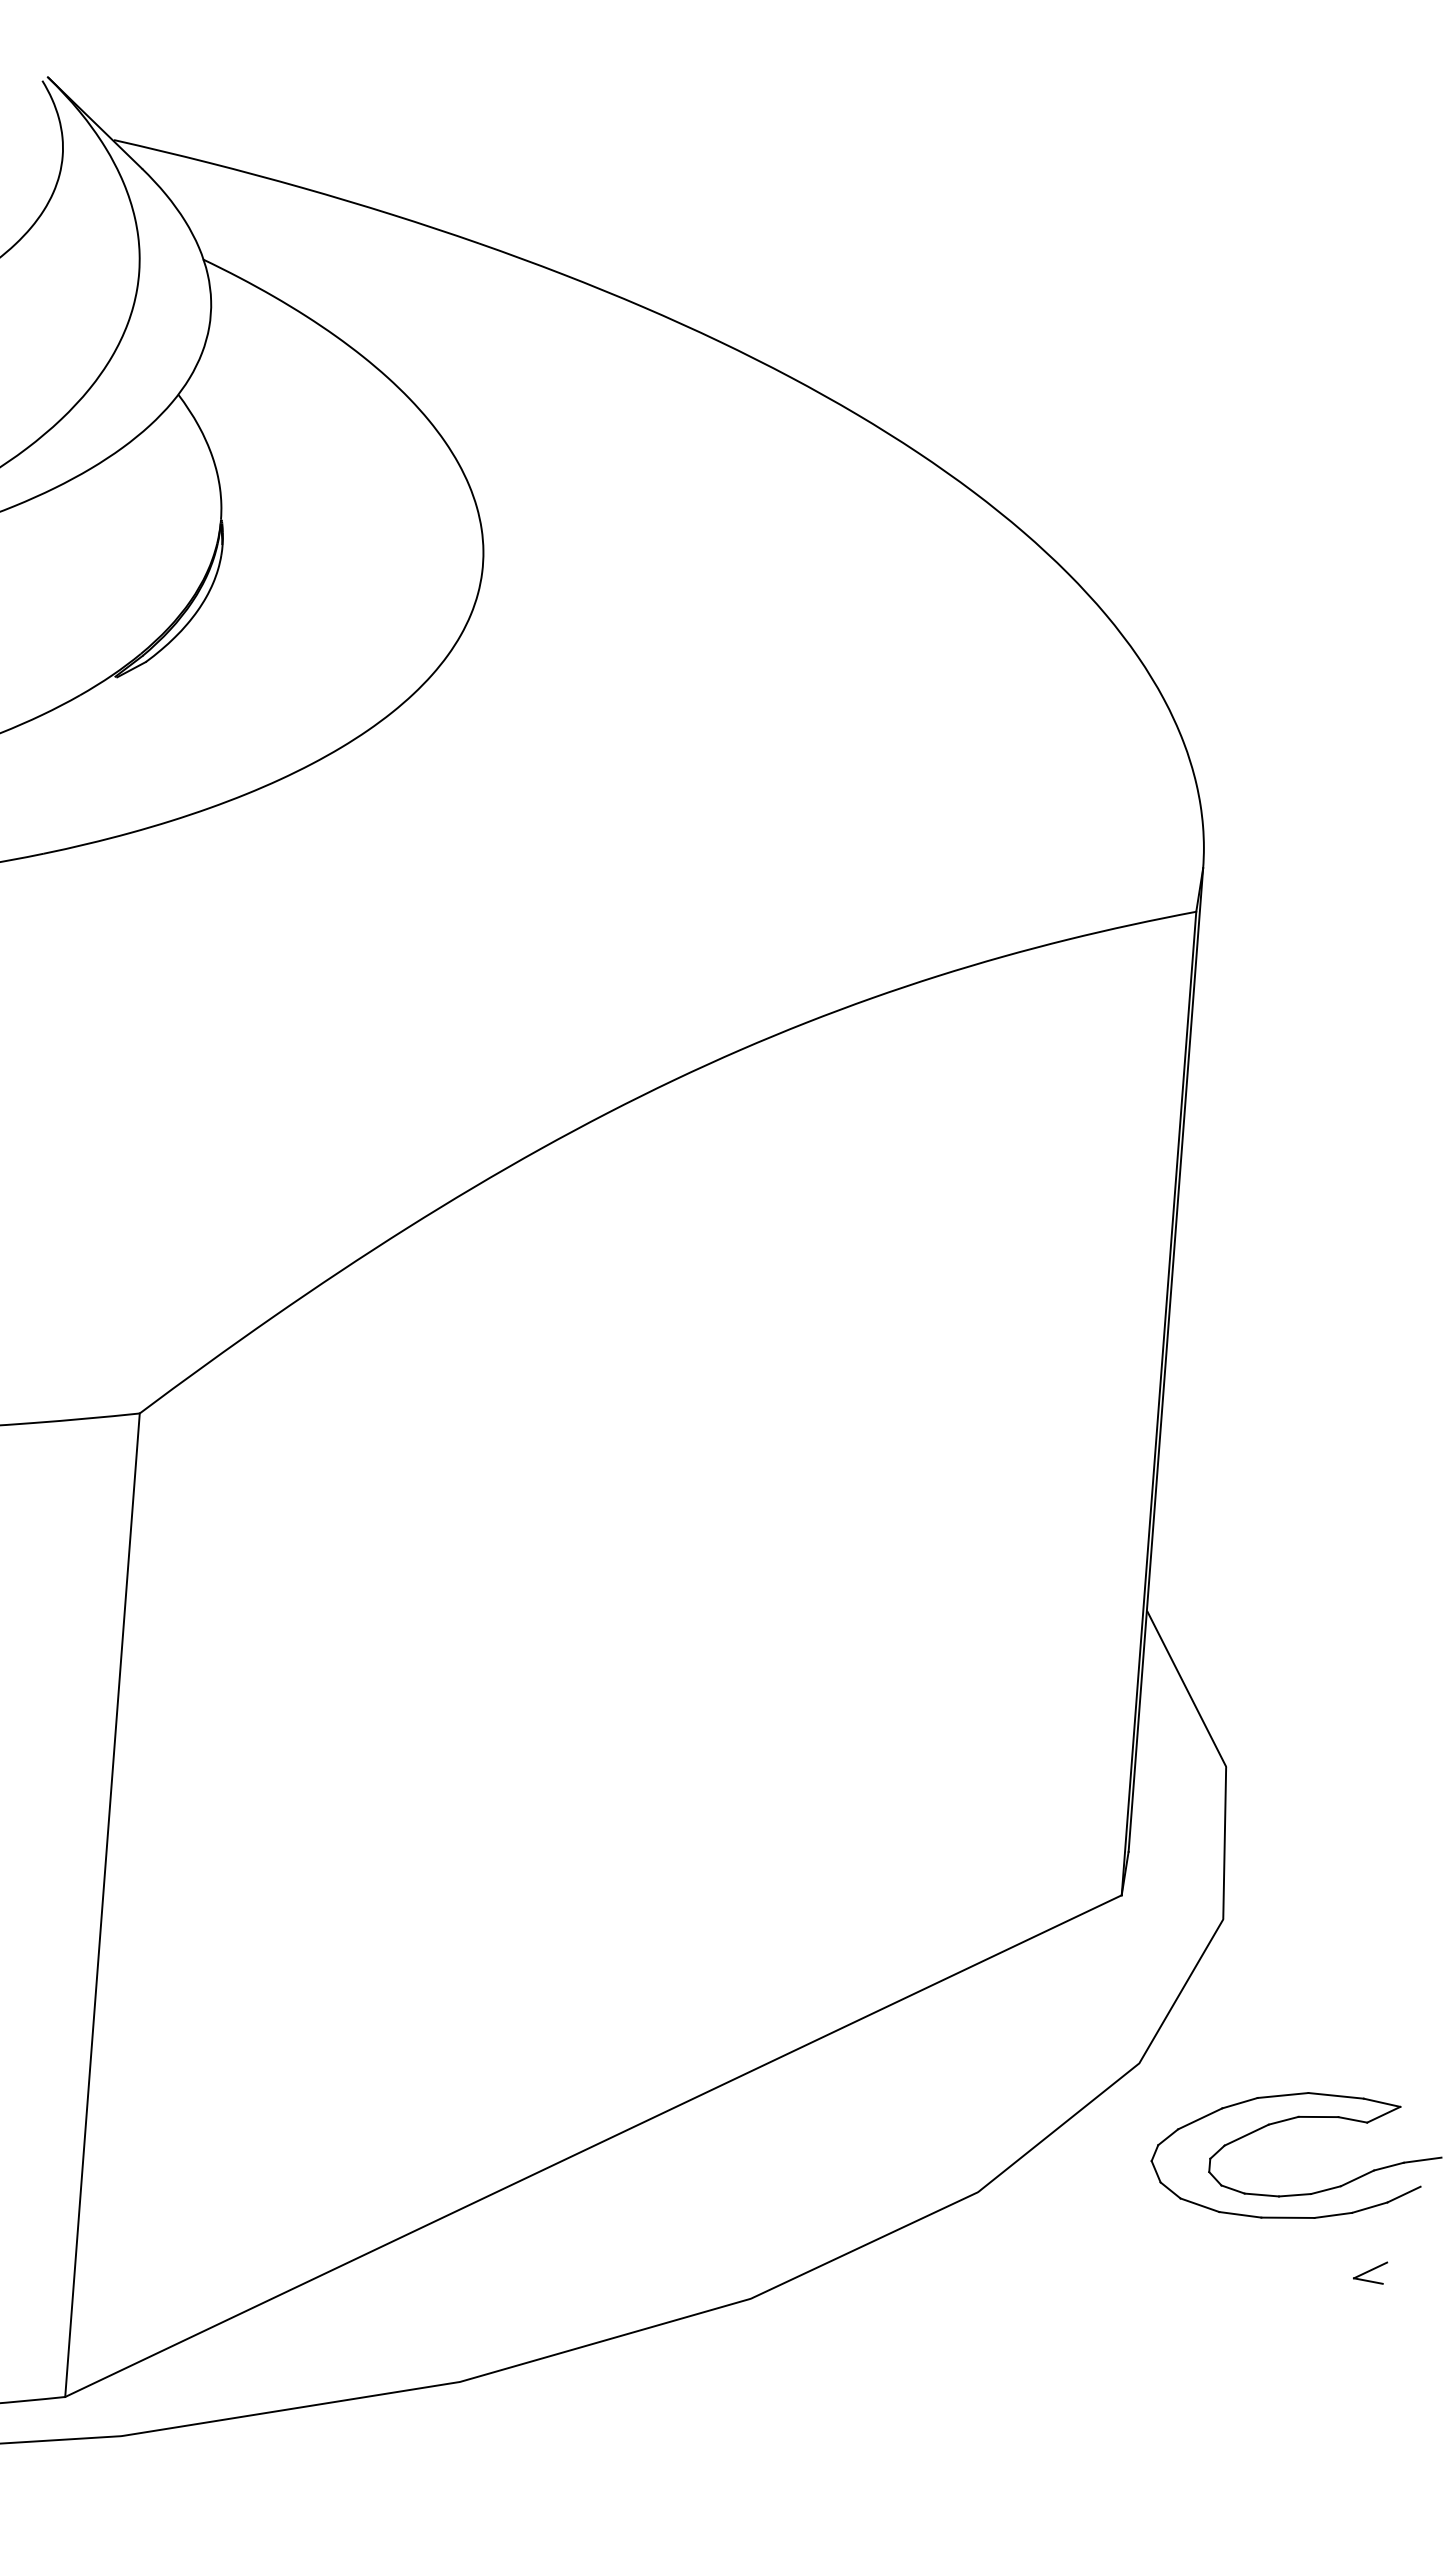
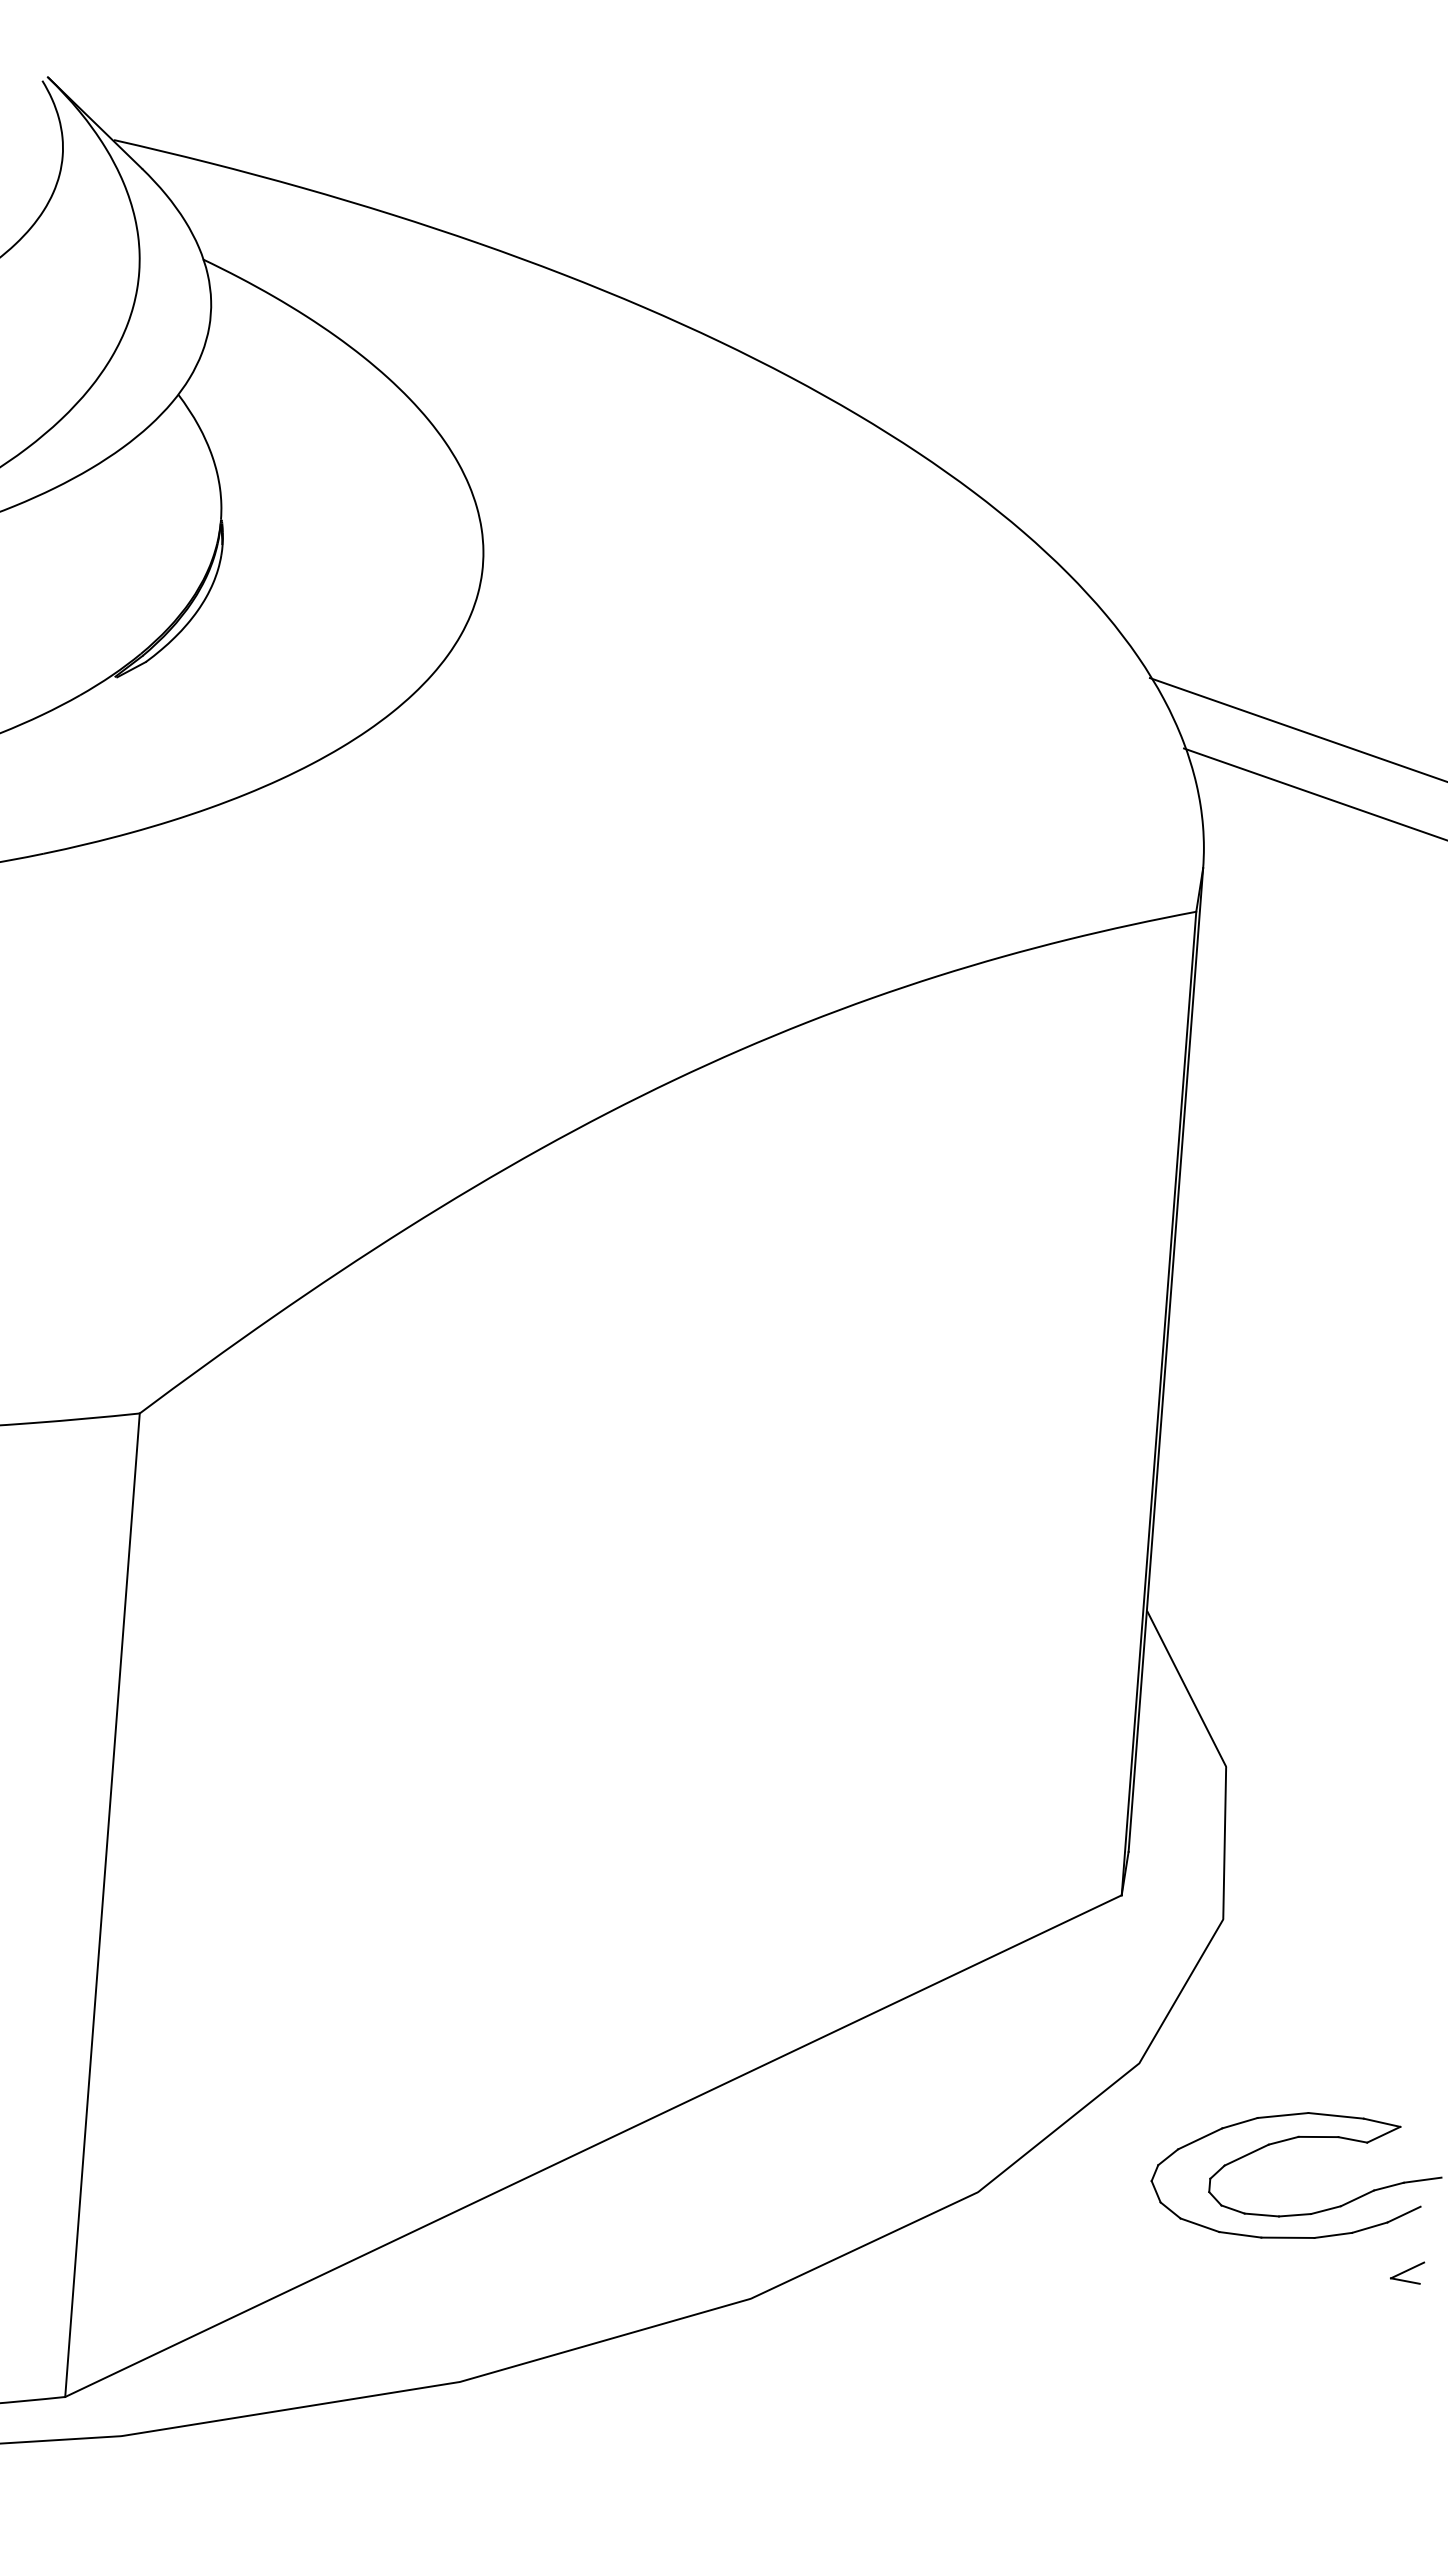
line at (1296, 729): none -> present
line at (1314, 793): none -> present
part at (1289, 2120) position: (1289, 2120) -> (1289, 2140)
part at (1370, 2272) position: (1370, 2272) -> (1407, 2272)
